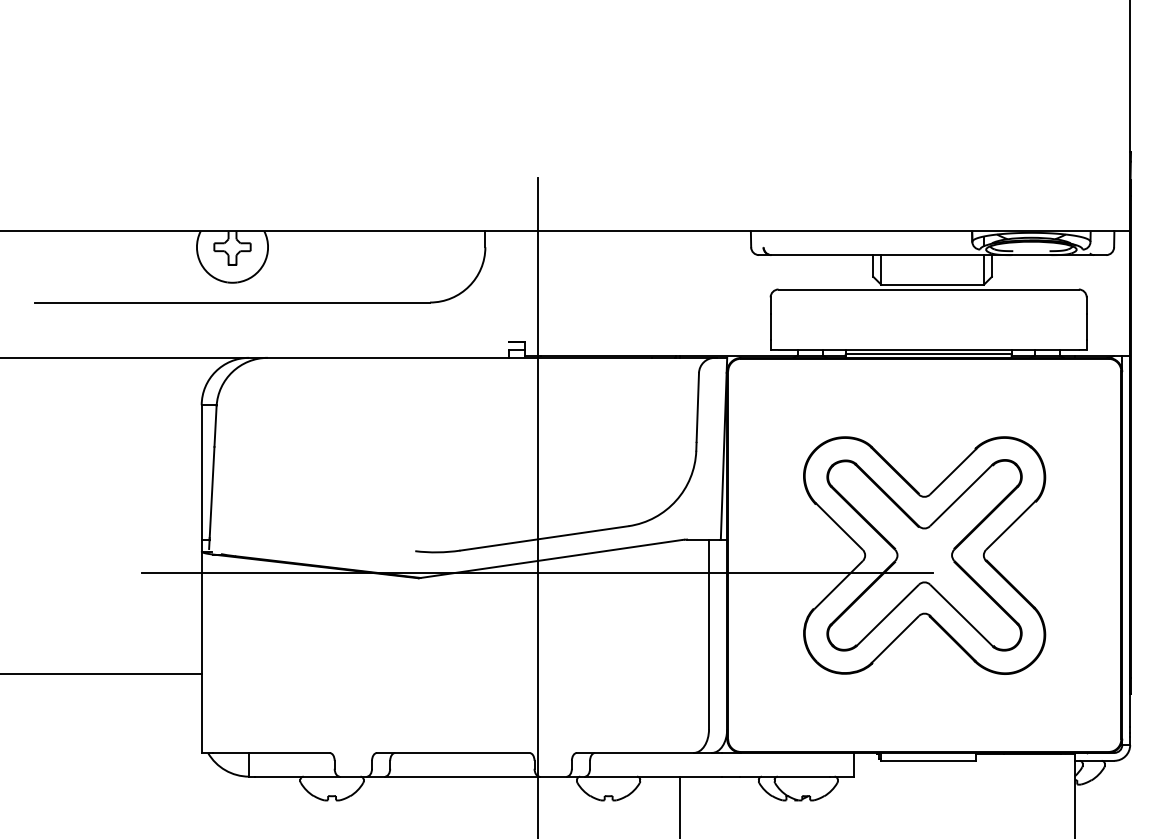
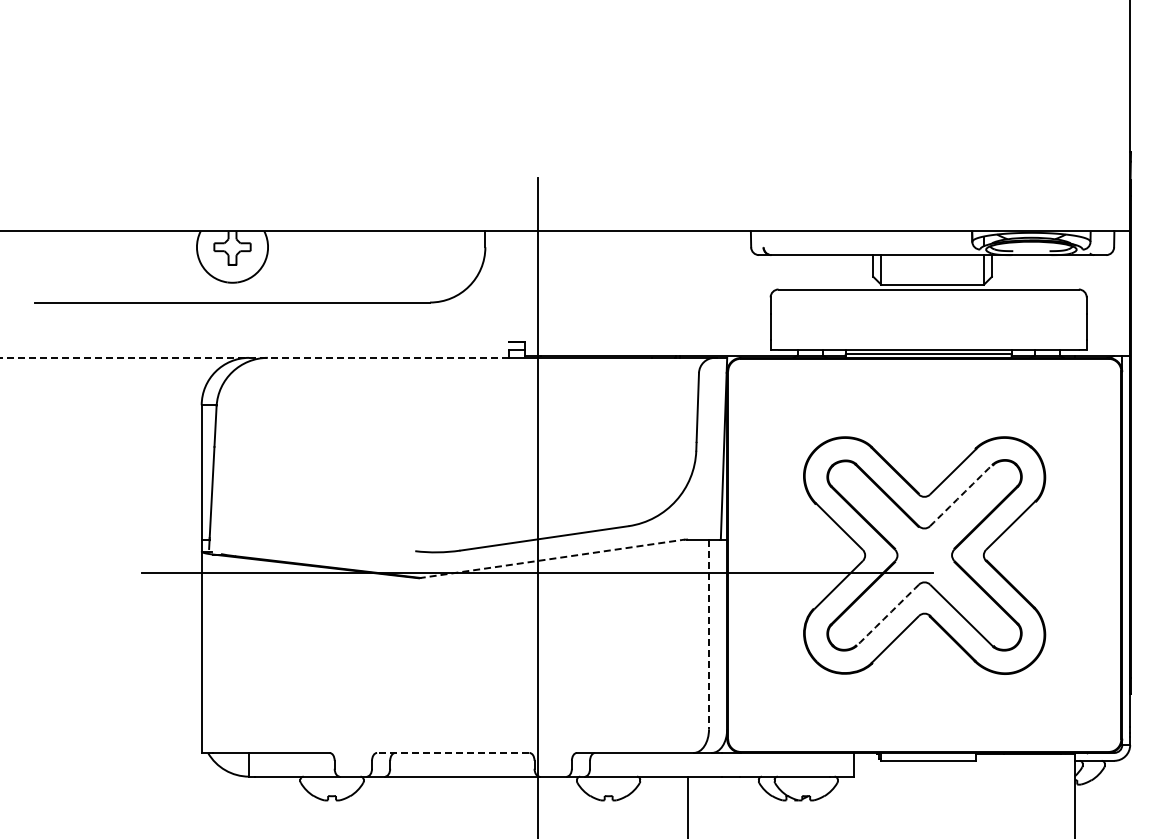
line at (254, 357): solid -> dashed
arc at (961, 495): solid -> dashed
line at (550, 559): solid -> dashed
arc at (887, 615): solid -> dashed
line at (709, 634): solid -> dashed
line at (101, 673): present -> none
line at (452, 752): solid -> dashed
line at (679, 805) position: (679, 805) -> (687, 805)
